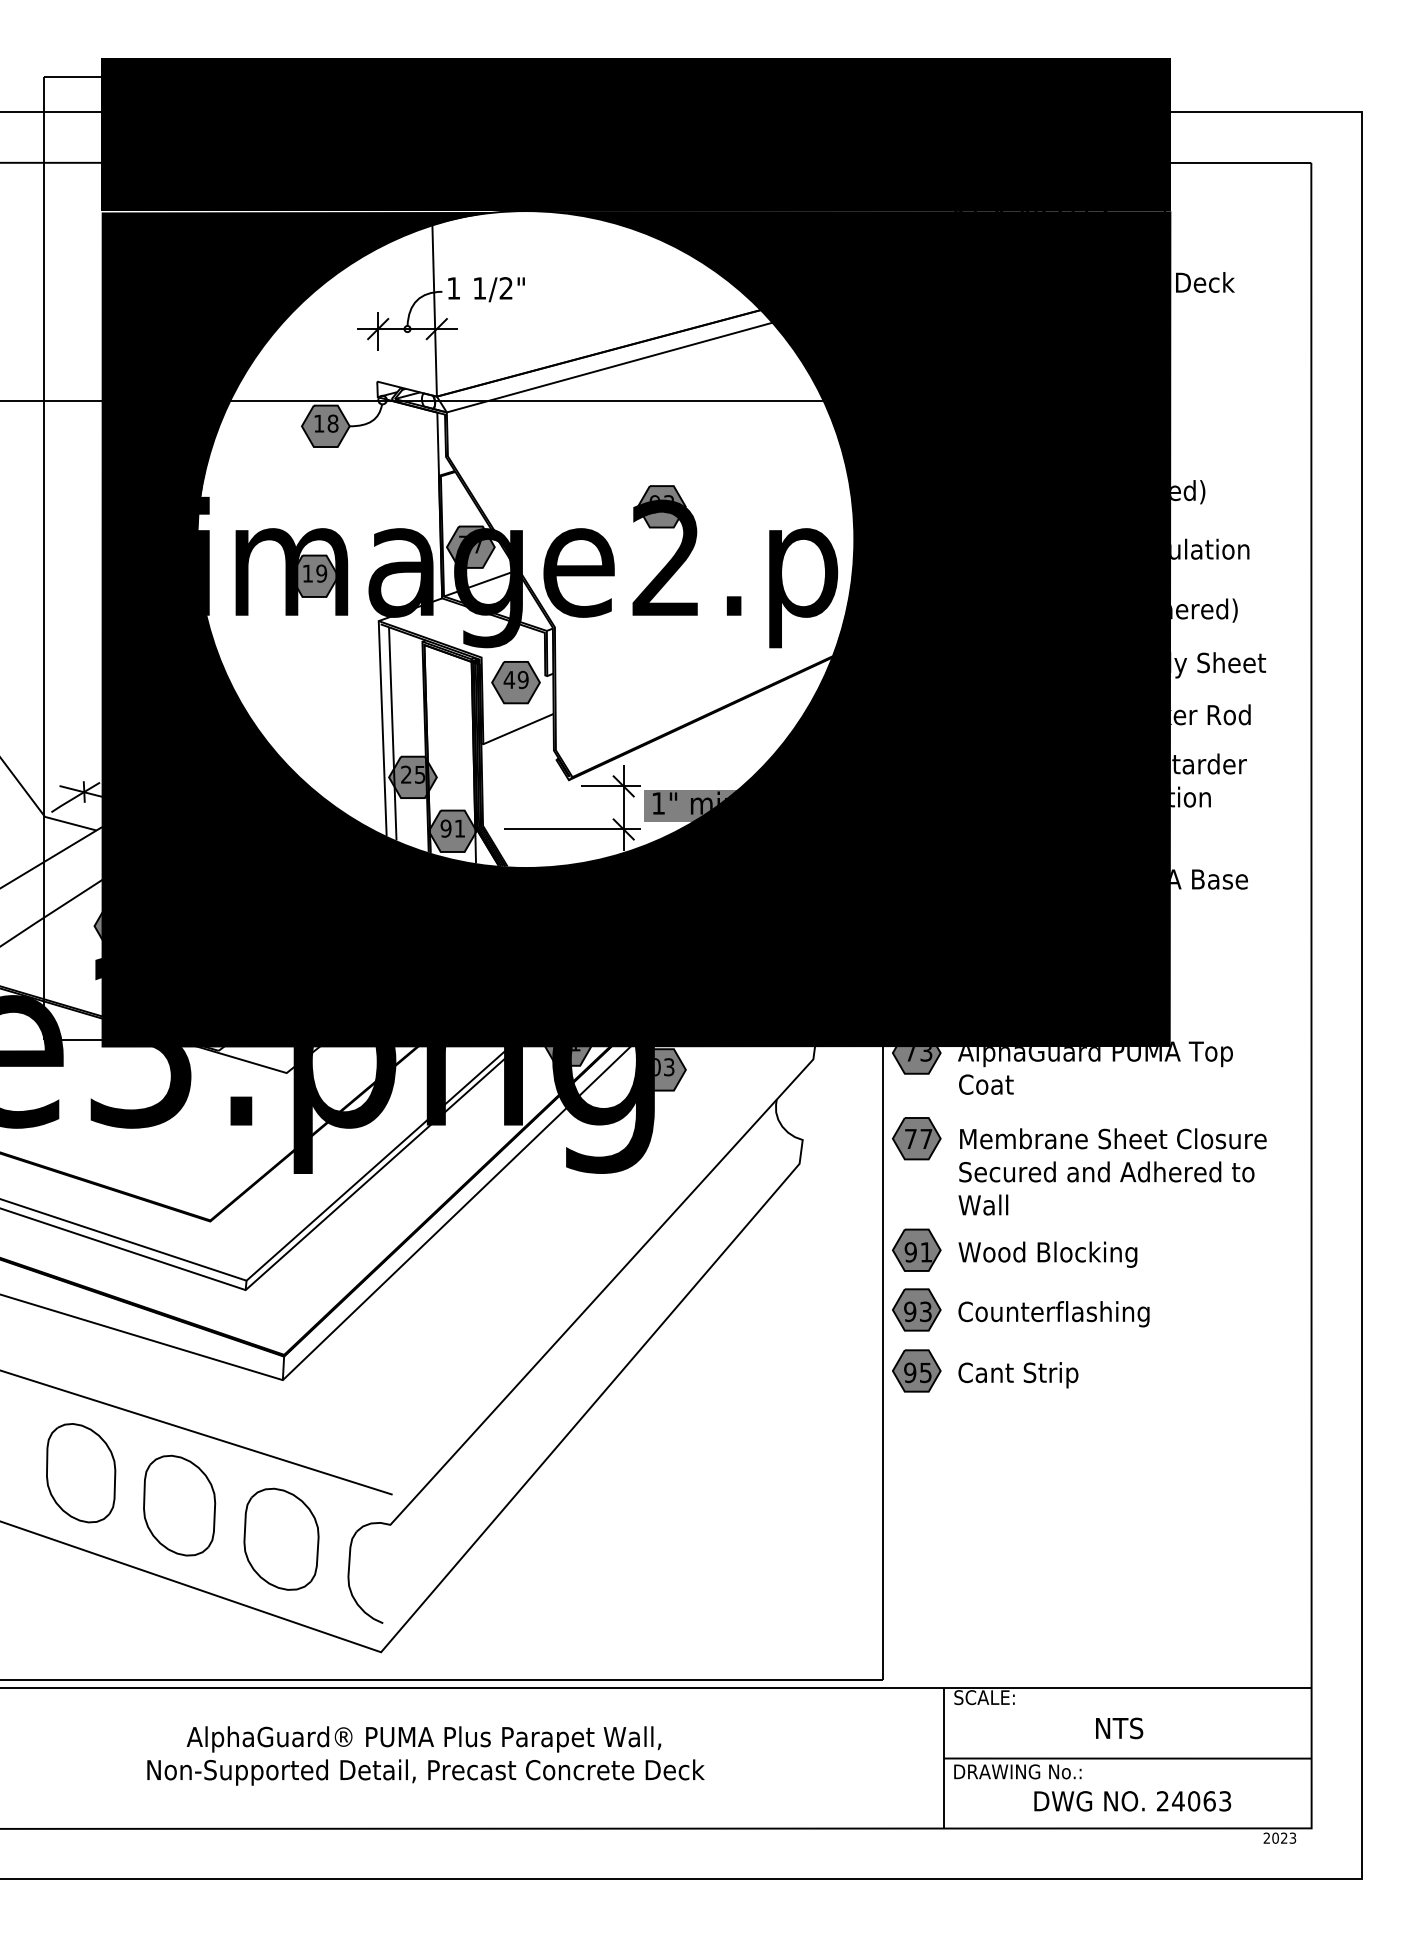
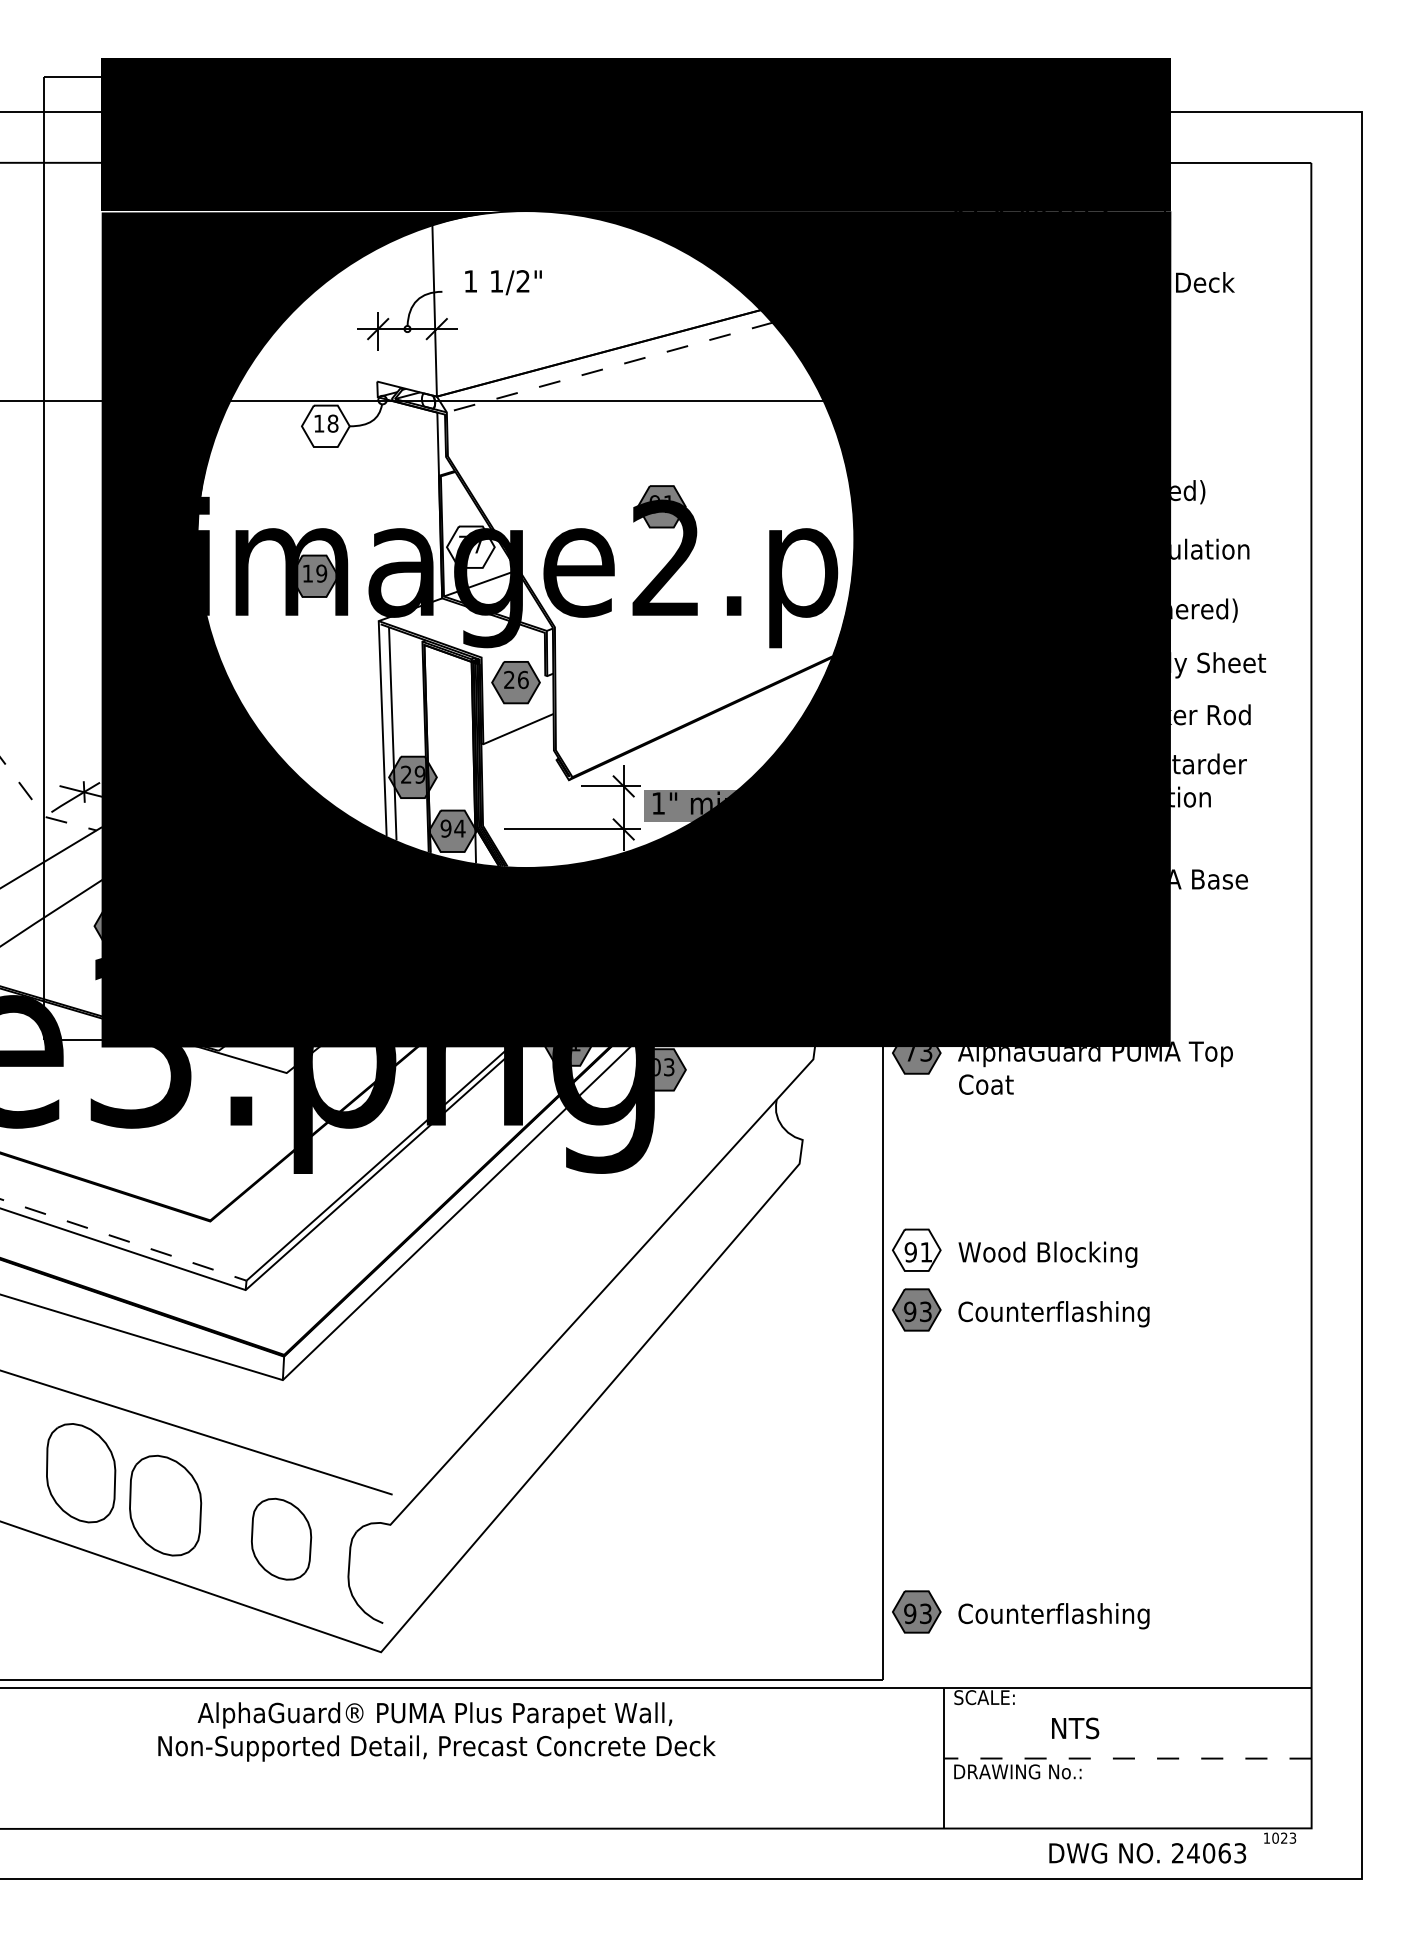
text at (486, 289) position: (486, 289) -> (503, 282)
line at (601, 369): solid -> dashed
fill at (325, 426): present -> none
text at (668, 504): 93 -> 91
fill at (470, 546): present -> none
text at (515, 679): 49 -> 26
text at (419, 774): 25 -> 29
line at (39, 808): solid -> dashed
text at (459, 828): 91 -> 94
part at (1079, 1166): present -> none
line at (128, 1241): solid -> dashed
fill at (916, 1249): present -> none
part at (985, 1370): present -> none
part at (179, 1505) position: (179, 1505) -> (165, 1505)
part at (281, 1538) size: 77x104 px -> 62x84 px
part at (1020, 1611): none -> present
text at (1119, 1728) position: (1119, 1728) -> (1075, 1728)
text at (425, 1755) position: (425, 1755) -> (436, 1731)
line at (1127, 1758): solid -> dashed
text at (1132, 1801) position: (1132, 1801) -> (1147, 1853)
text at (1266, 1837): 2023 -> 1023
